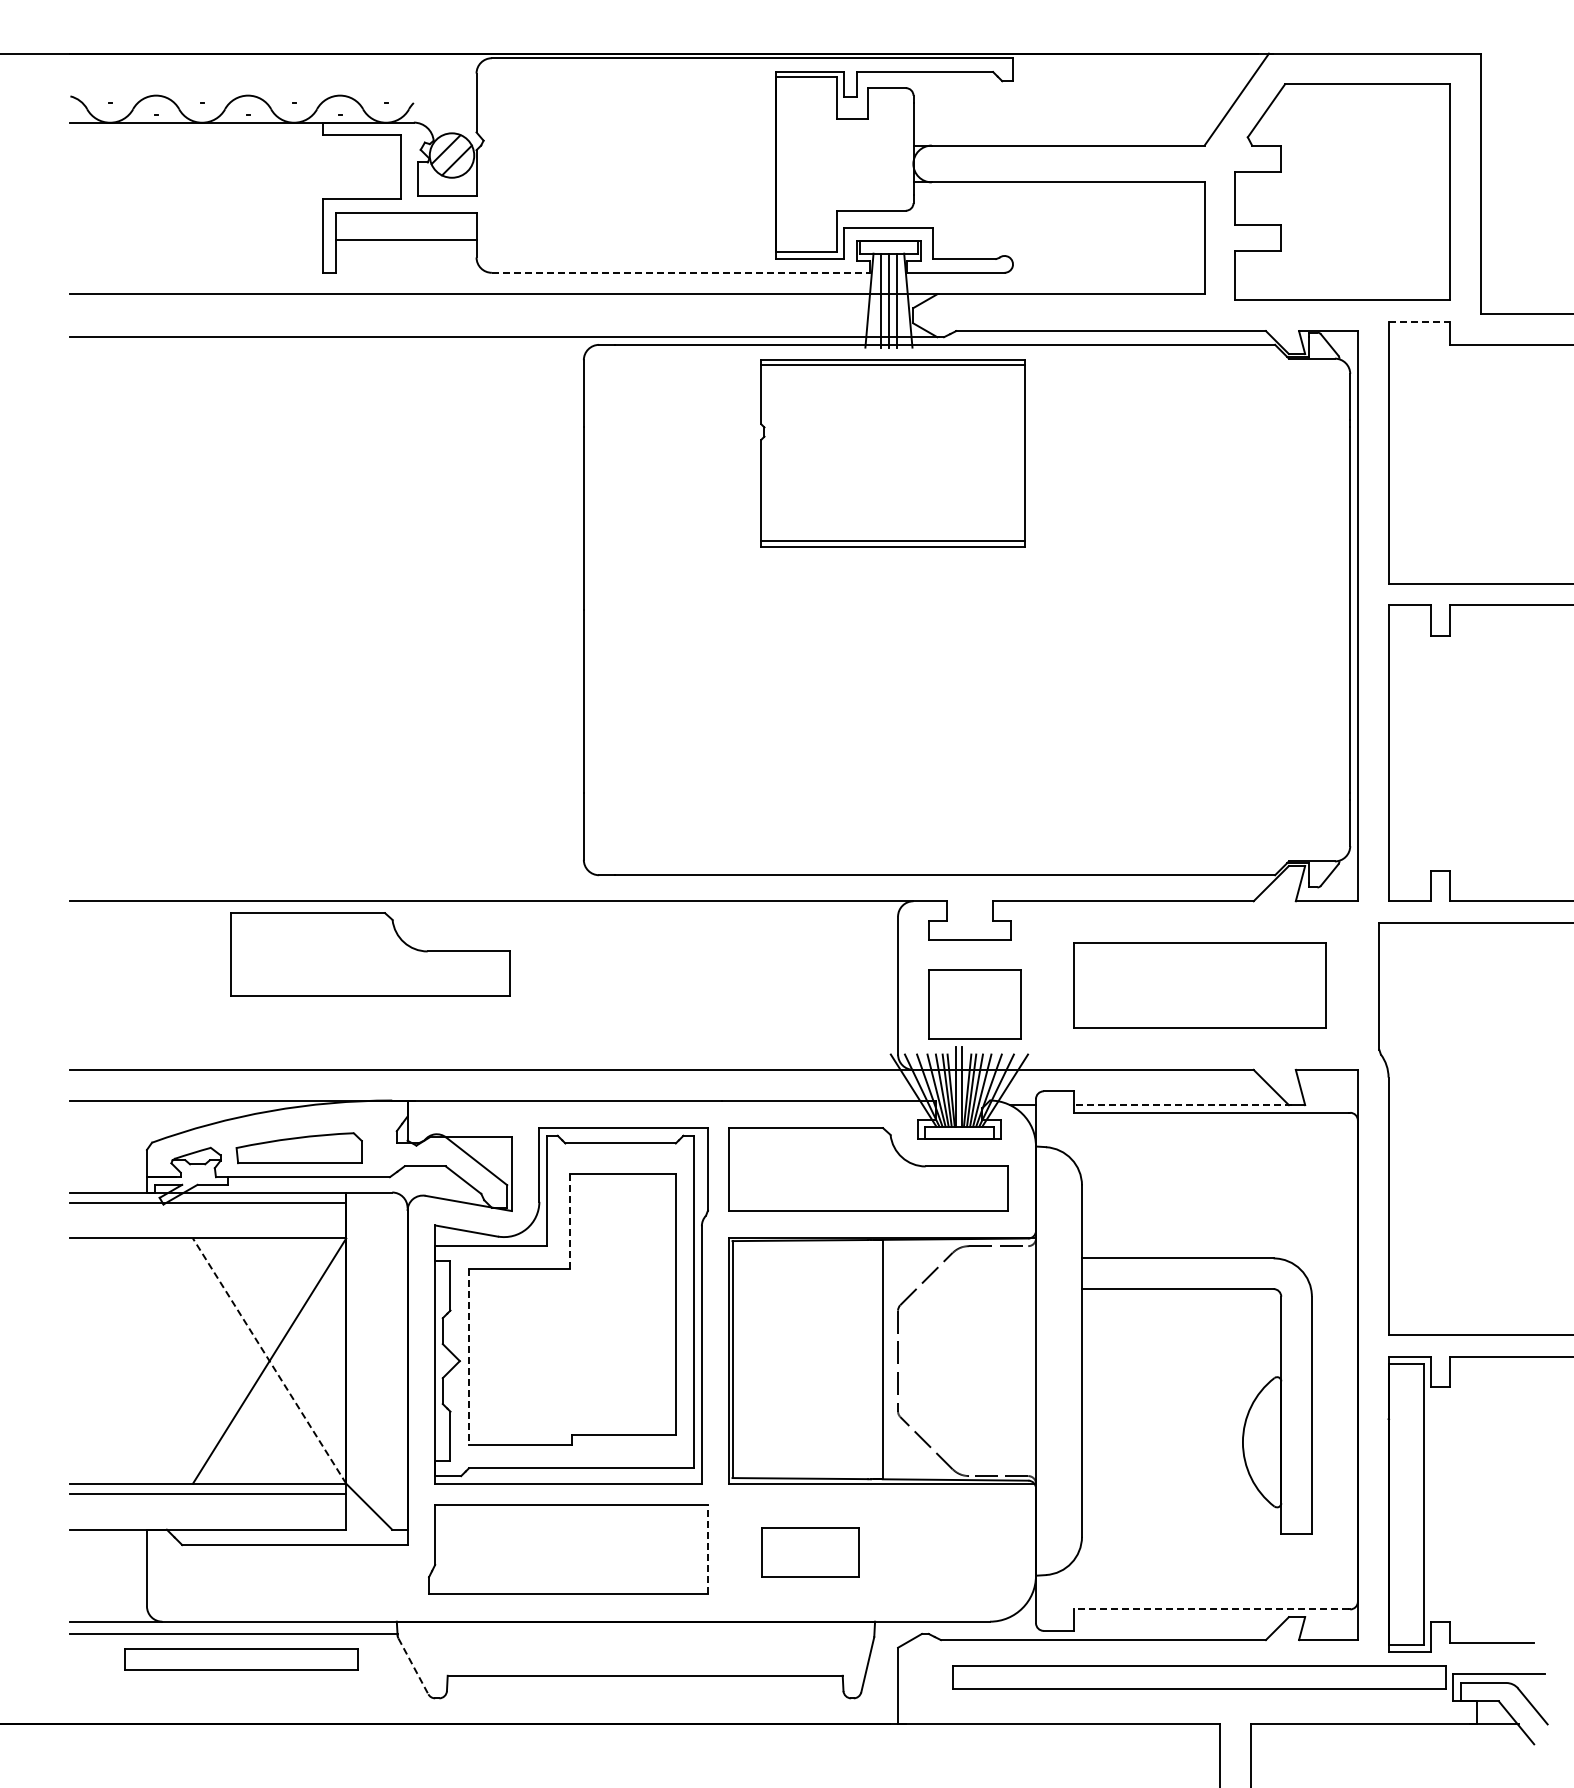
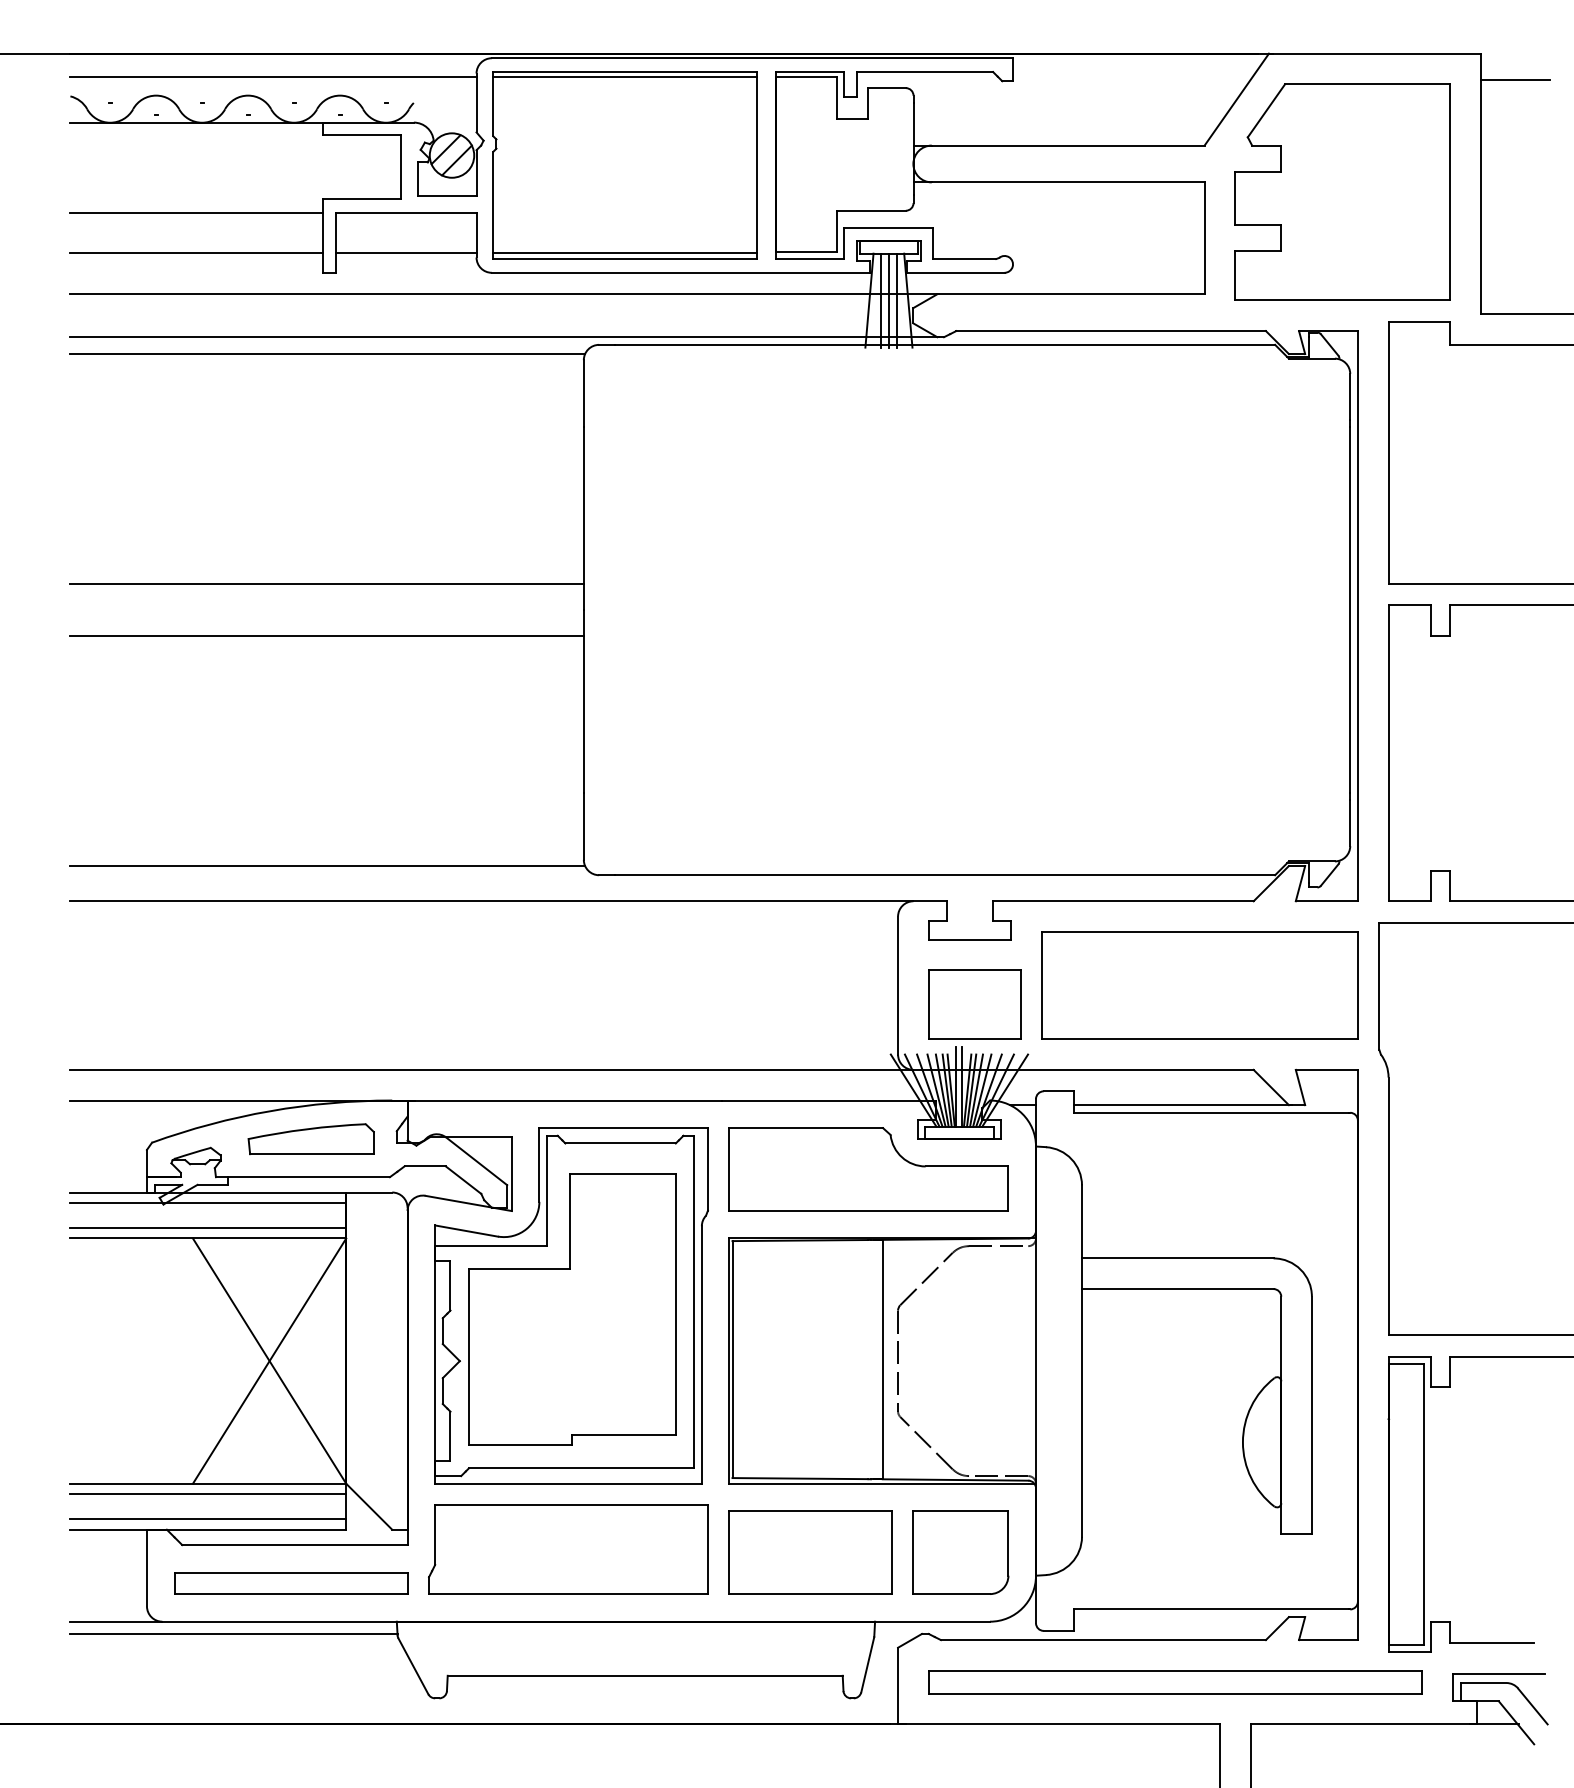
line at (273, 76): none -> present
line at (1514, 79): none -> present
line at (196, 213): none -> present
line at (405, 240) position: (405, 240) -> (405, 253)
line at (196, 253): none -> present
line at (681, 272): dashed -> solid
line at (1419, 321): dashed -> solid
line at (327, 354): none -> present
part at (892, 453) position: (892, 453) -> (624, 165)
line at (326, 583): none -> present
line at (326, 636): none -> present
line at (327, 866): none -> present
part at (370, 954): present -> none
part at (1199, 985) size: 254x87 px -> 318x109 px
line at (1183, 1105): dashed -> solid
part at (298, 1148) position: (298, 1148) -> (310, 1139)
line at (570, 1221): dashed -> solid
line at (208, 1227): none -> present
line at (468, 1357): dashed -> solid
line at (269, 1361): dashed -> solid
line at (208, 1519): none -> present
line at (707, 1549): dashed -> solid
part at (810, 1552) size: 99x51 px -> 165x85 px
part at (960, 1552): none -> present
line at (1211, 1609): dashed -> solid
part at (241, 1659) position: (241, 1659) -> (291, 1583)
line at (413, 1666): dashed -> solid
part at (1199, 1677) position: (1199, 1677) -> (1175, 1682)
